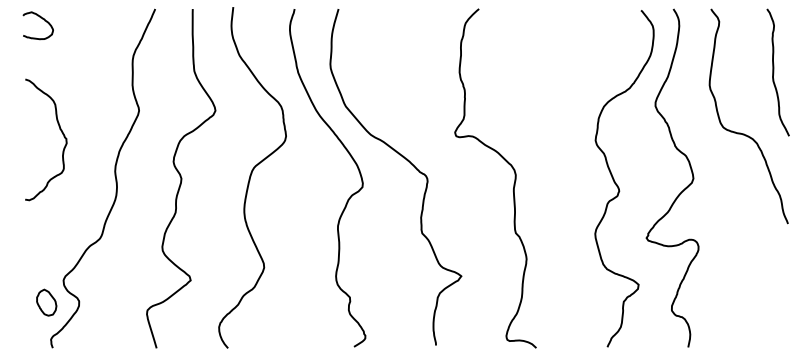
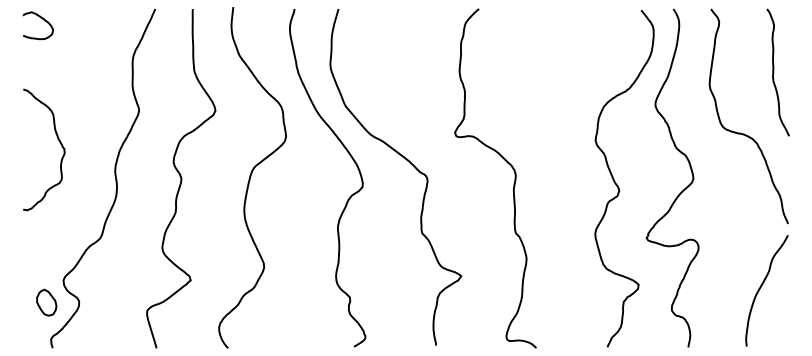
curve at (59, 129) position: (59, 129) -> (57, 139)
curve at (761, 287): none -> present
